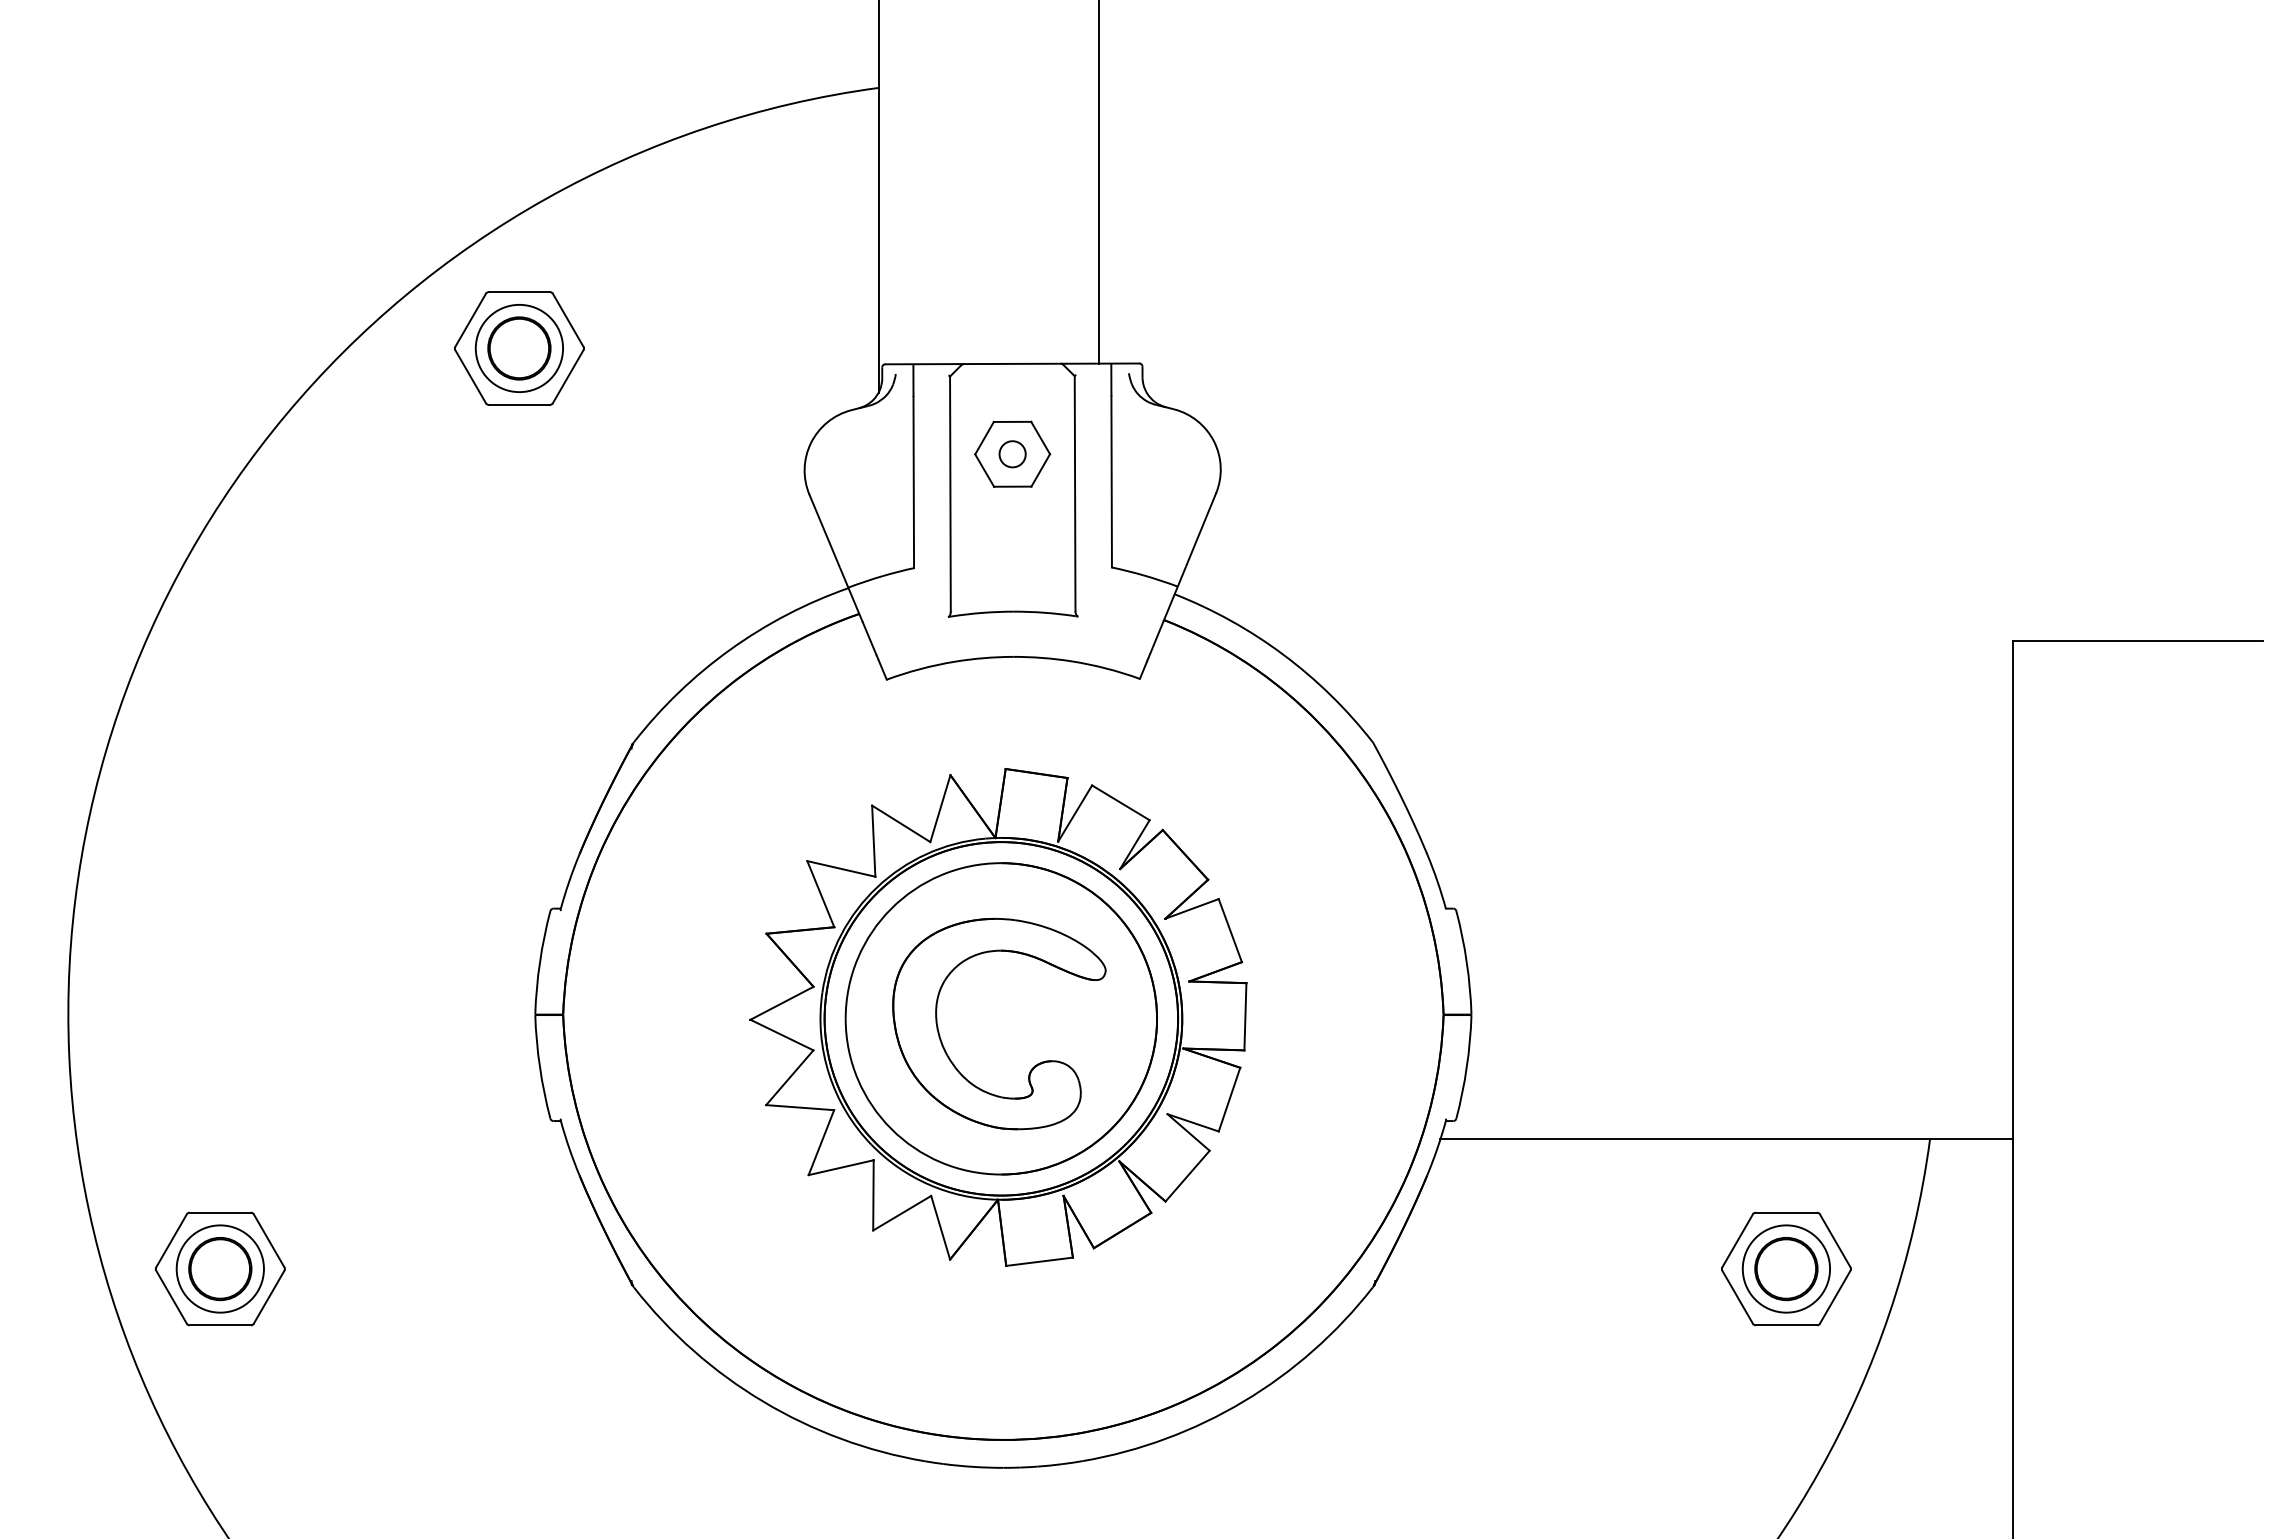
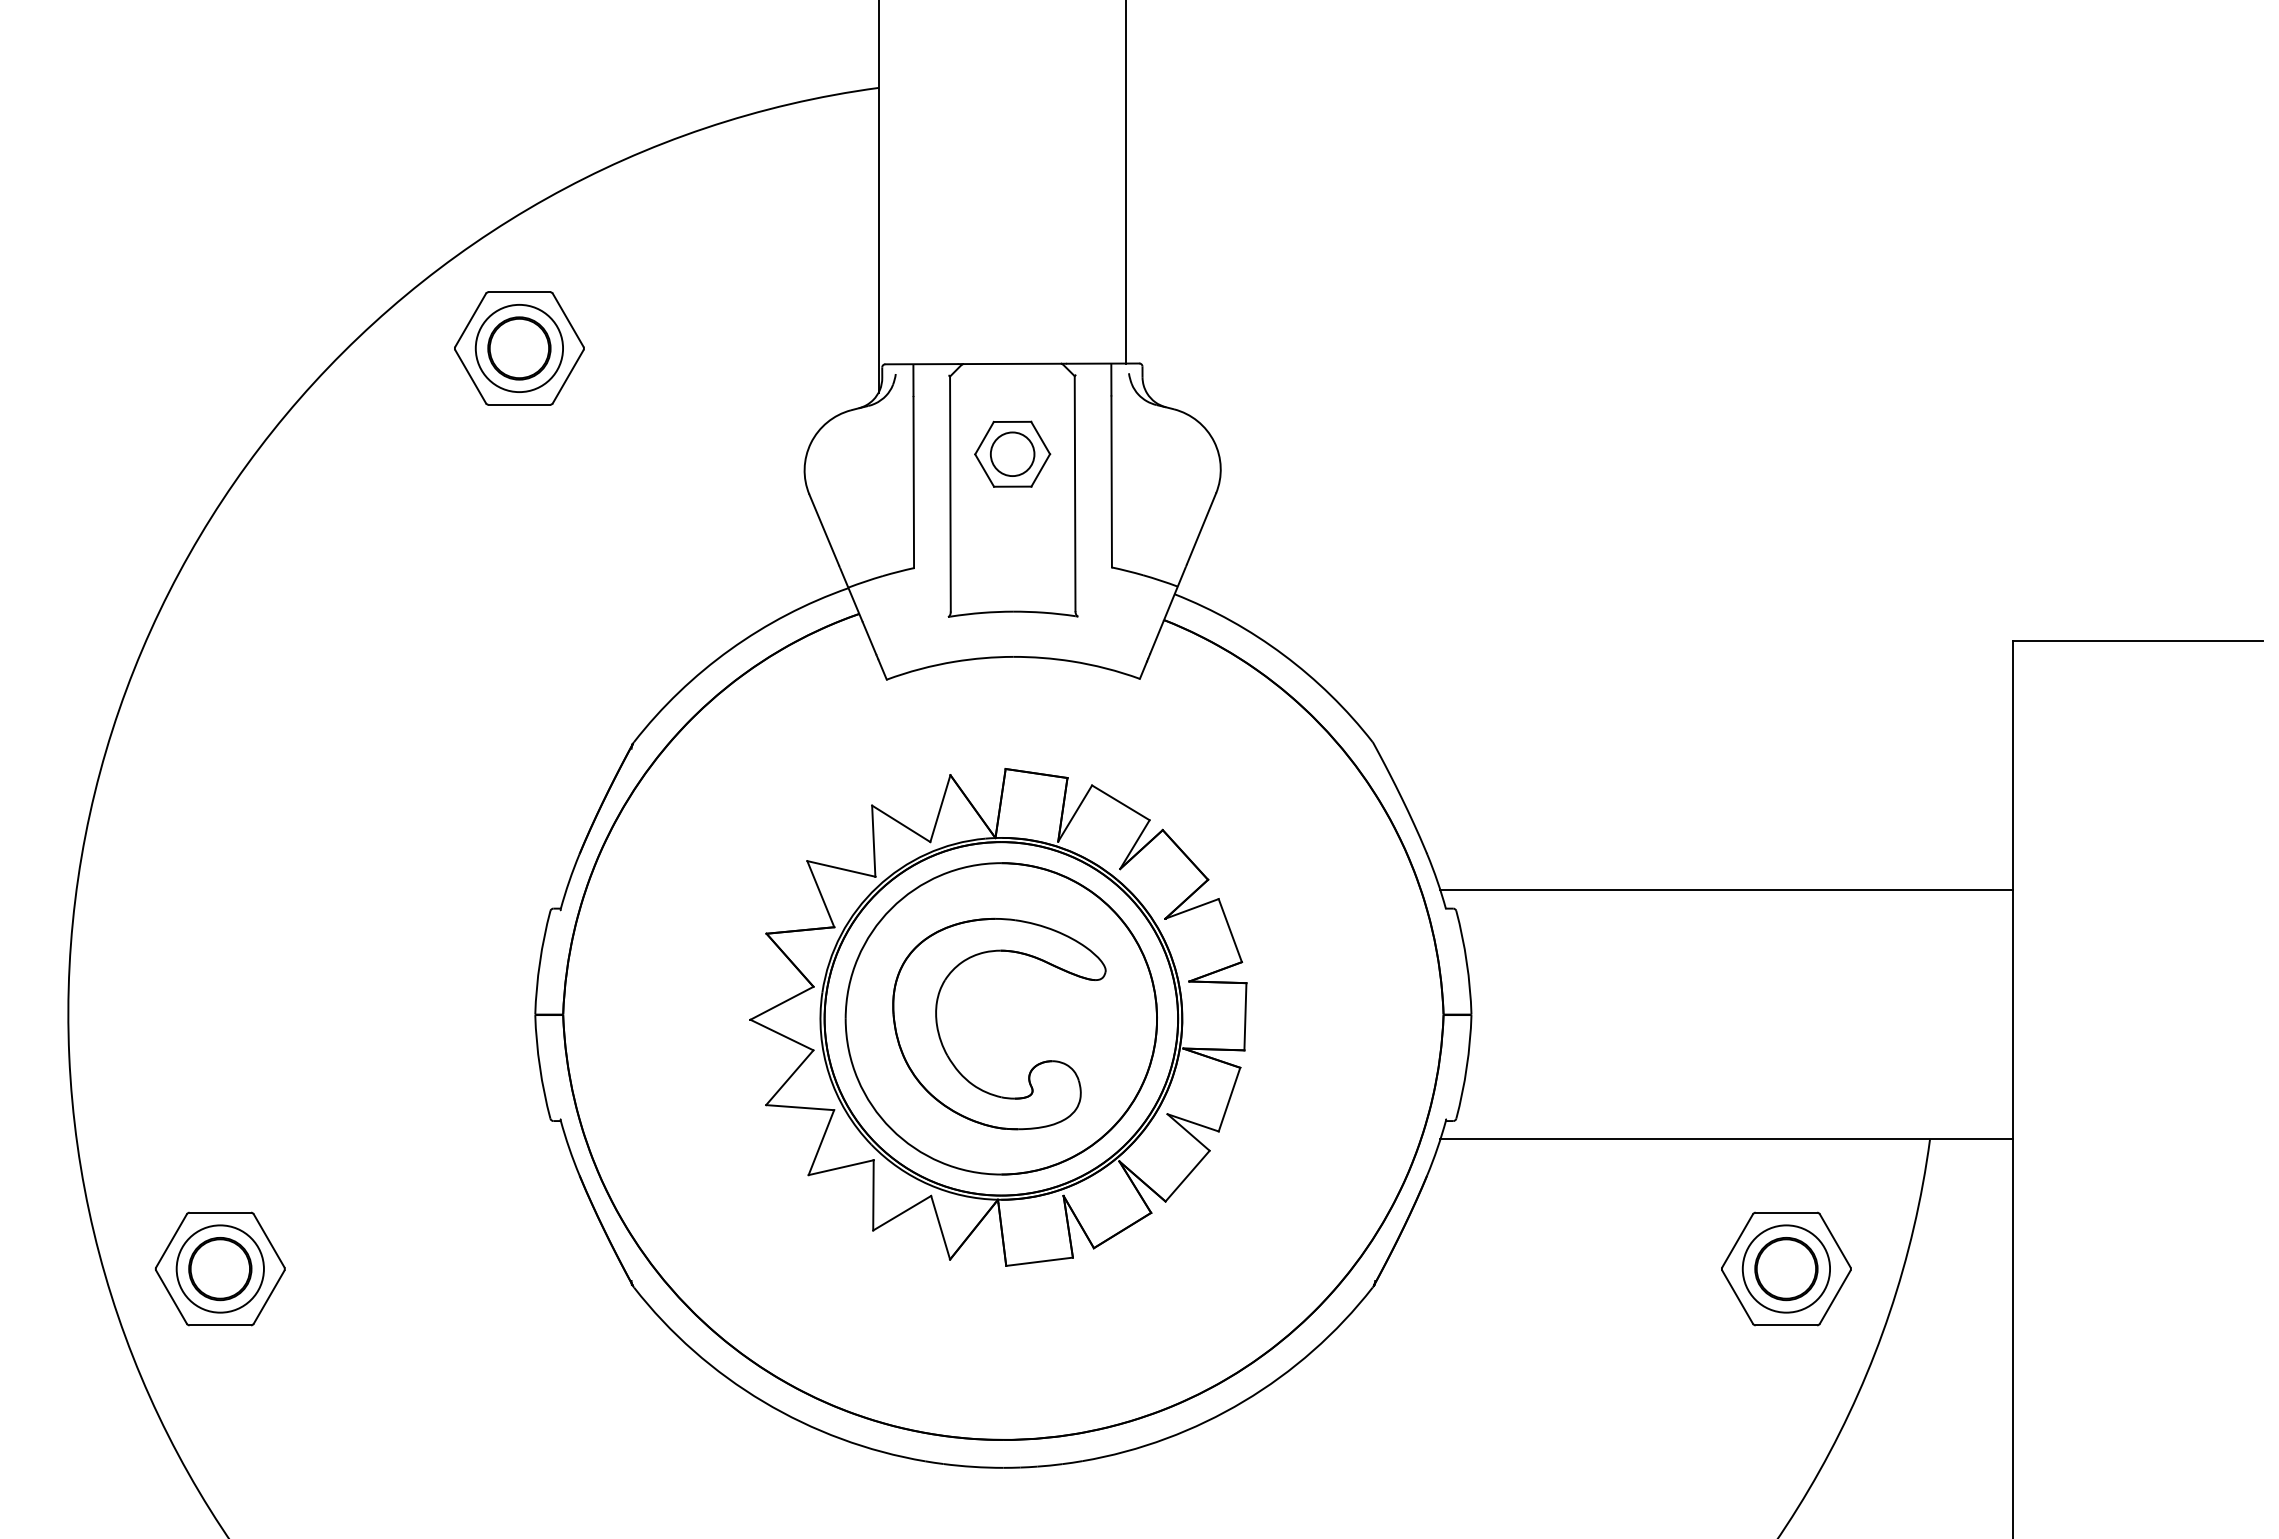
line at (1098, 182) position: (1098, 182) -> (1125, 182)
circle at (1012, 454) diameter: 26 px -> 44 px
line at (1726, 889): none -> present
